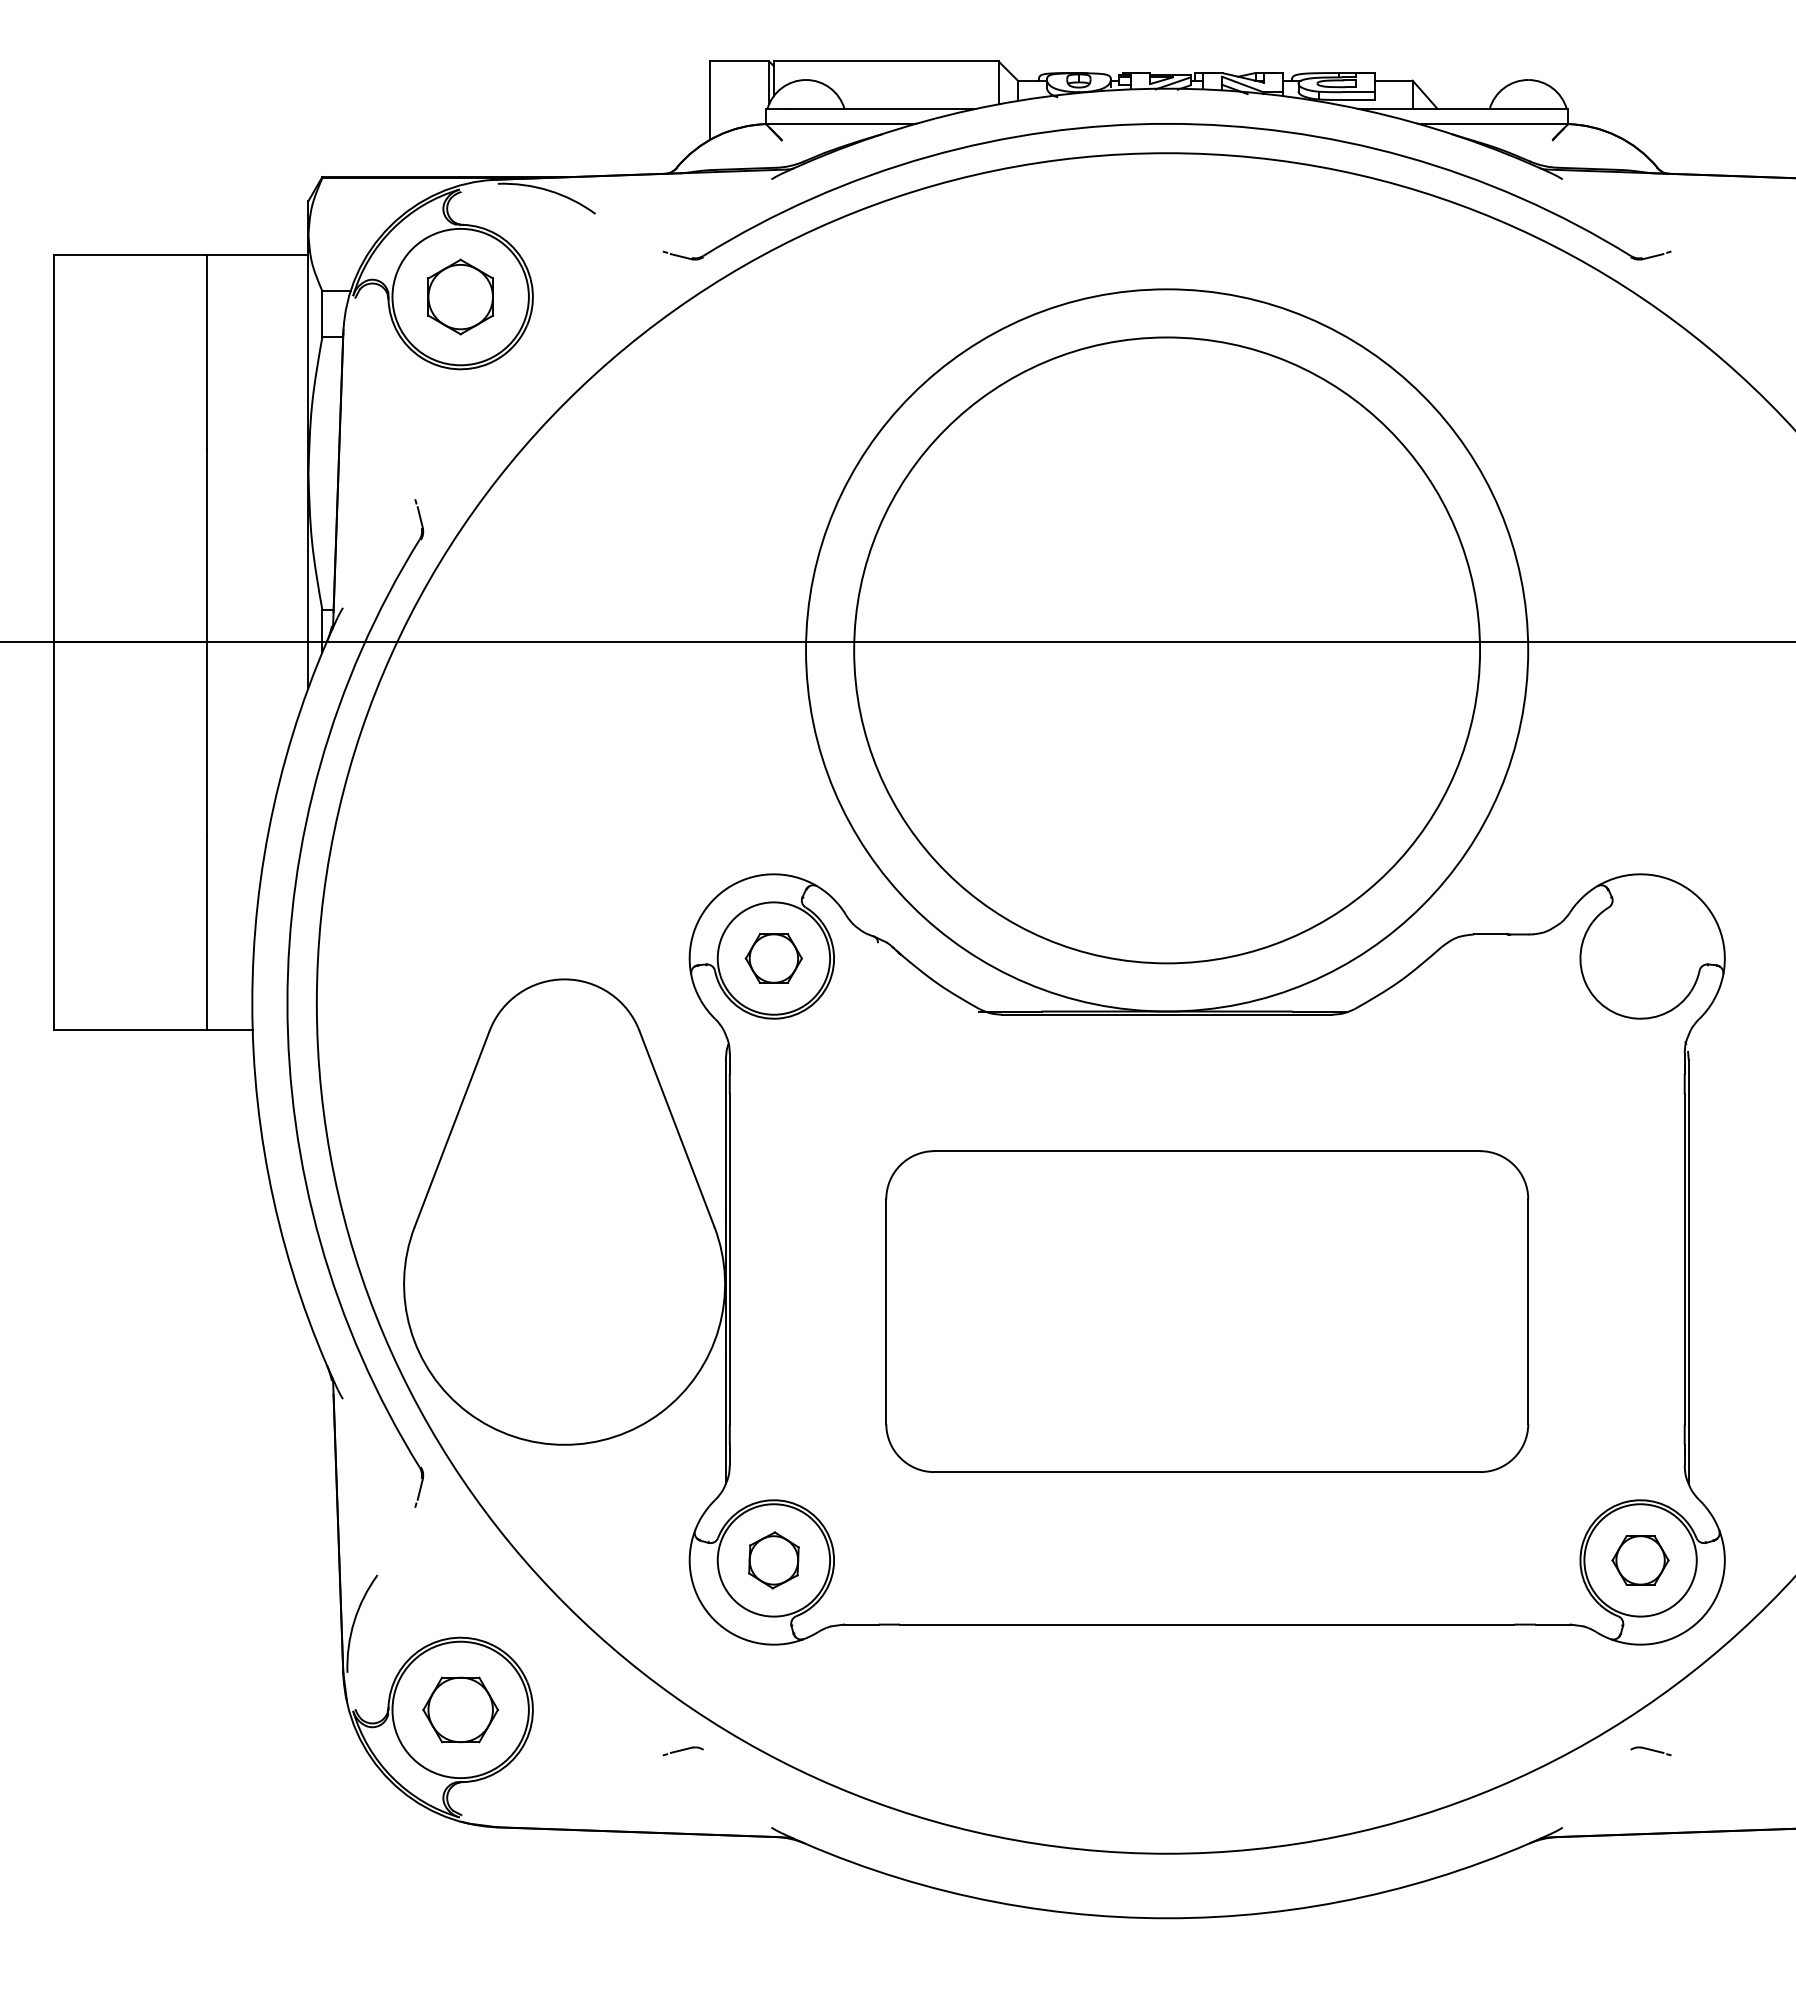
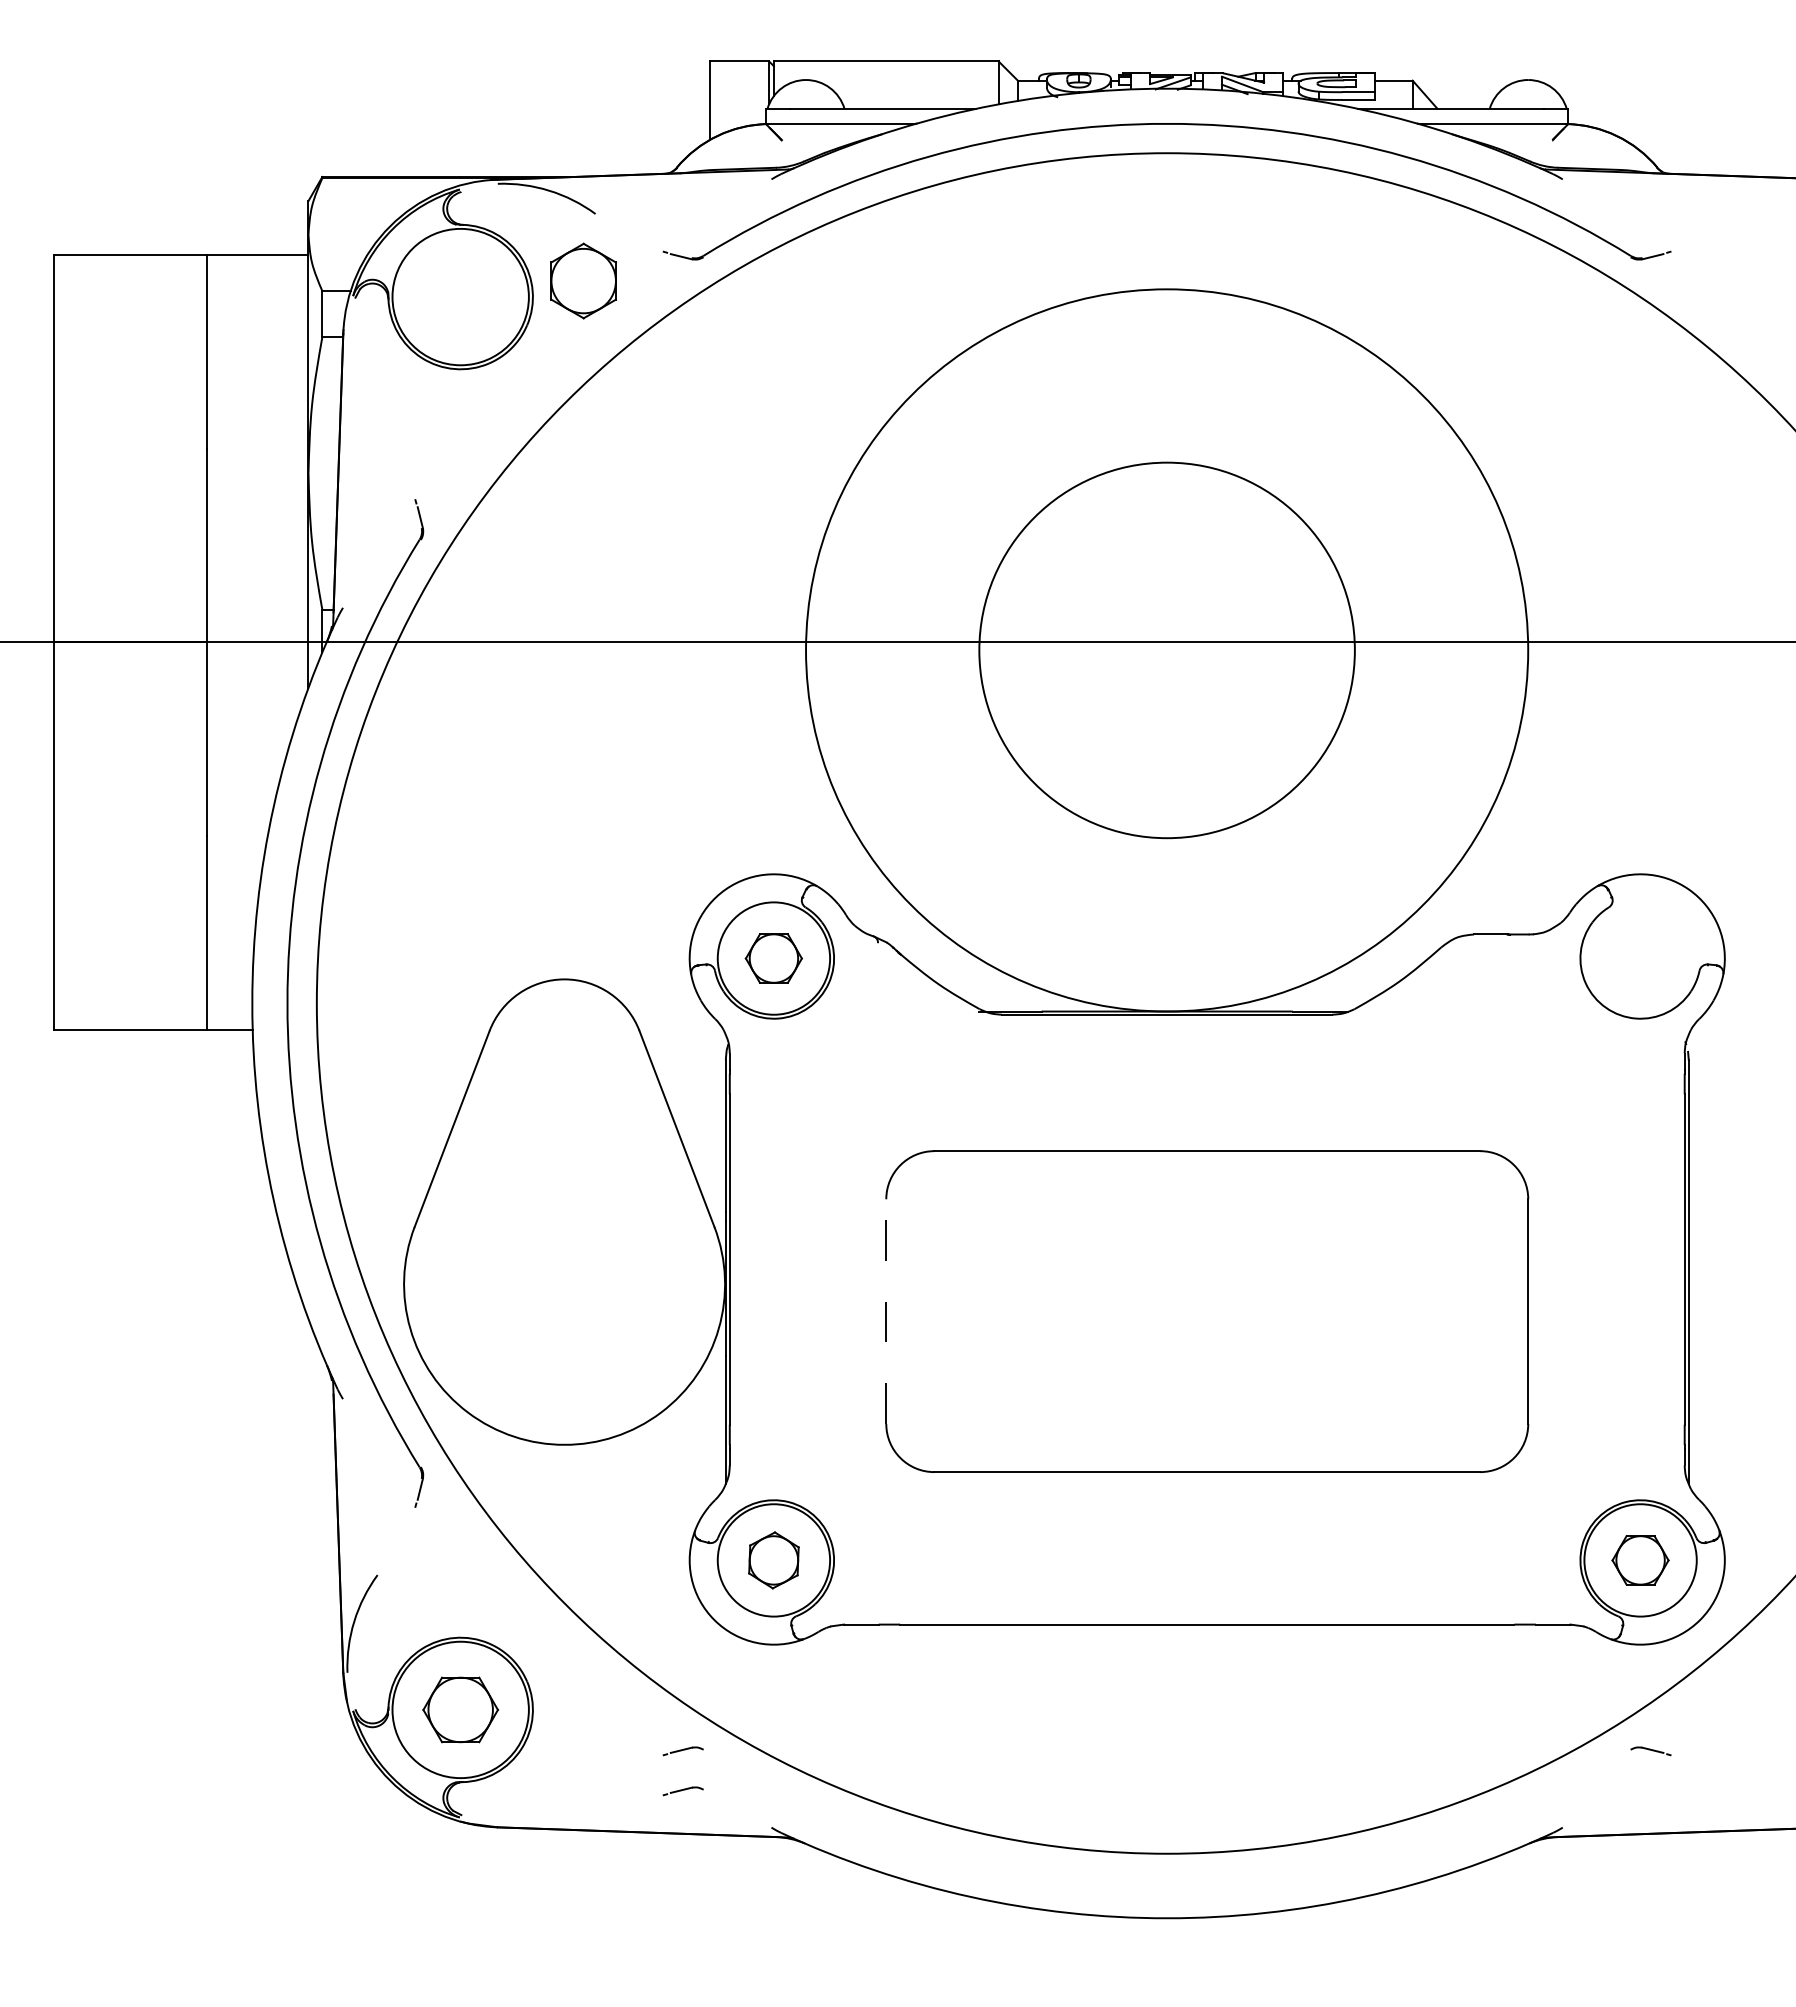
part at (460, 296) position: (460, 296) -> (583, 280)
circle at (1167, 650) diameter: 626 px -> 376 px
line at (886, 1311): solid -> dashed
part at (682, 1791): none -> present
